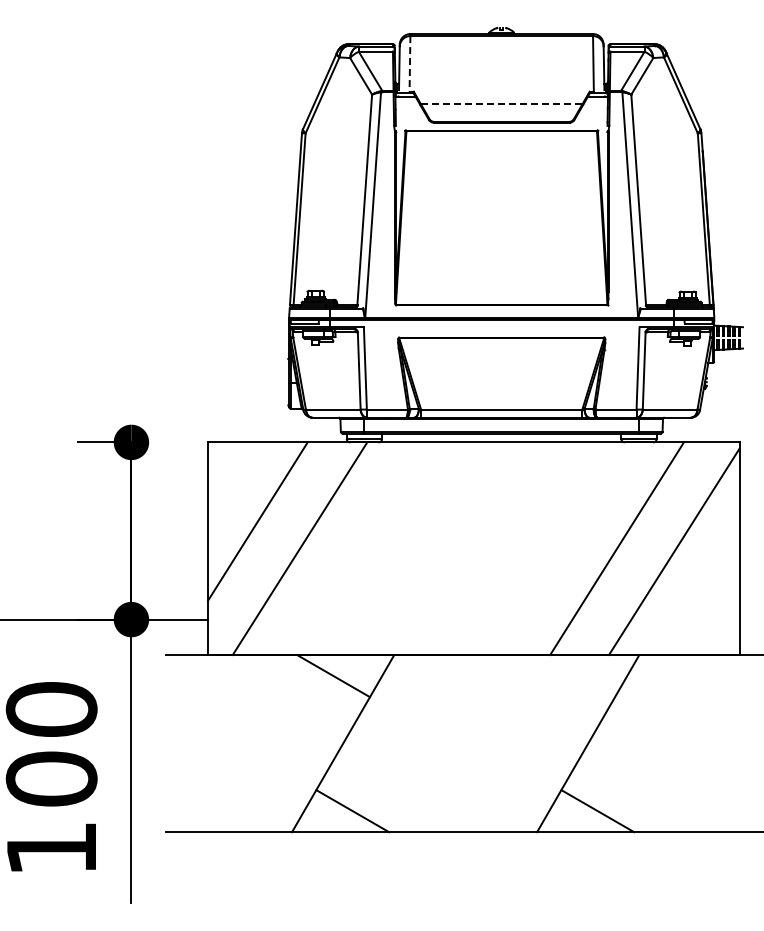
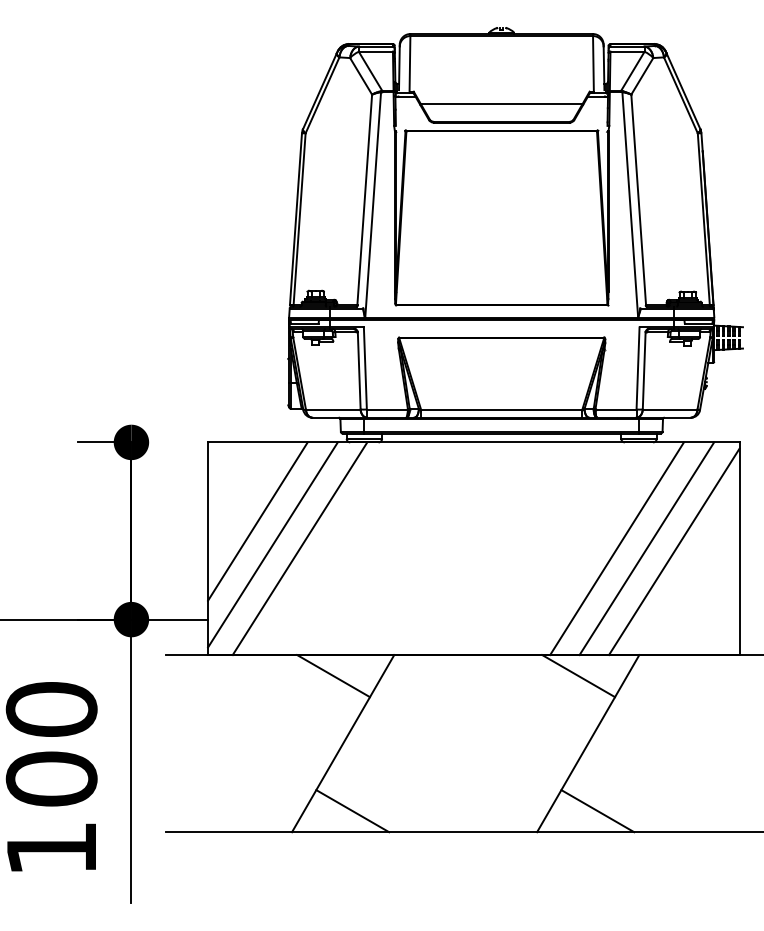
line at (409, 63): dashed -> solid
line at (501, 104): dashed -> solid
line at (272, 544): none -> present
line at (646, 548): none -> present
line at (578, 676): none -> present
